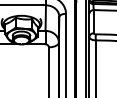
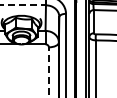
line at (23, 5): solid -> dashed
line at (48, 72): solid -> dashed
